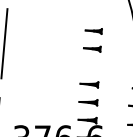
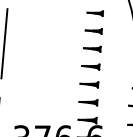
part at (95, 13): none -> present
part at (90, 66): none -> present
